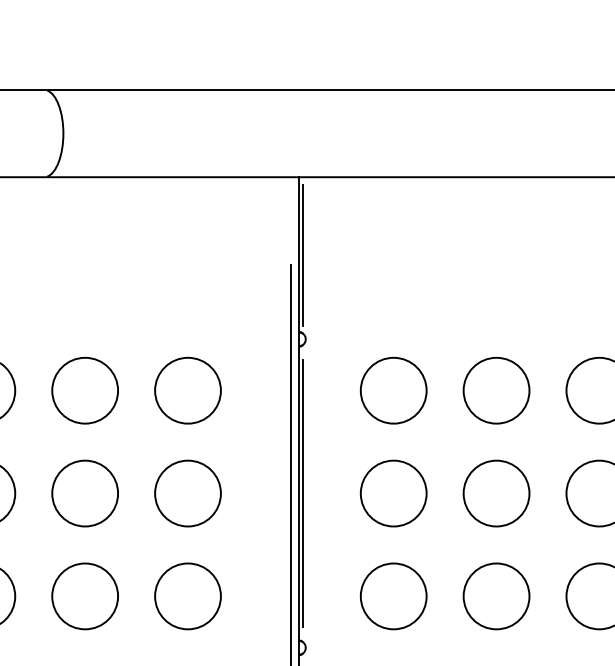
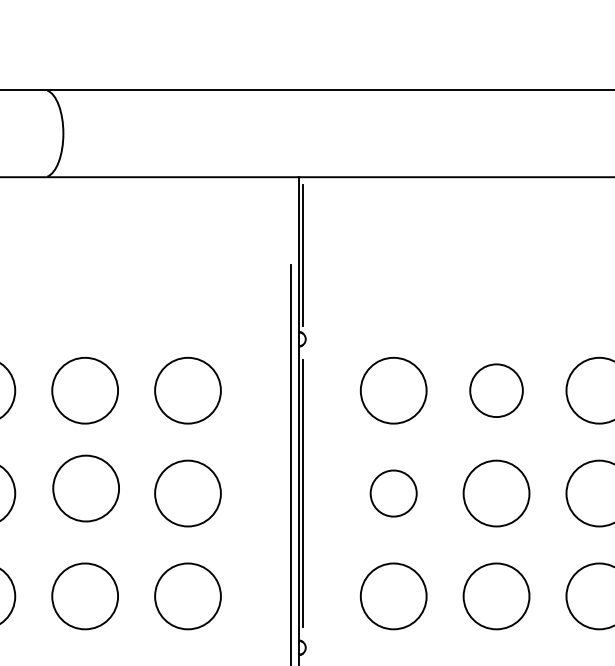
circle at (496, 390) diameter: 66 px -> 53 px
circle at (84, 493) position: (84, 493) -> (85, 488)
circle at (393, 493) diameter: 66 px -> 46 px
